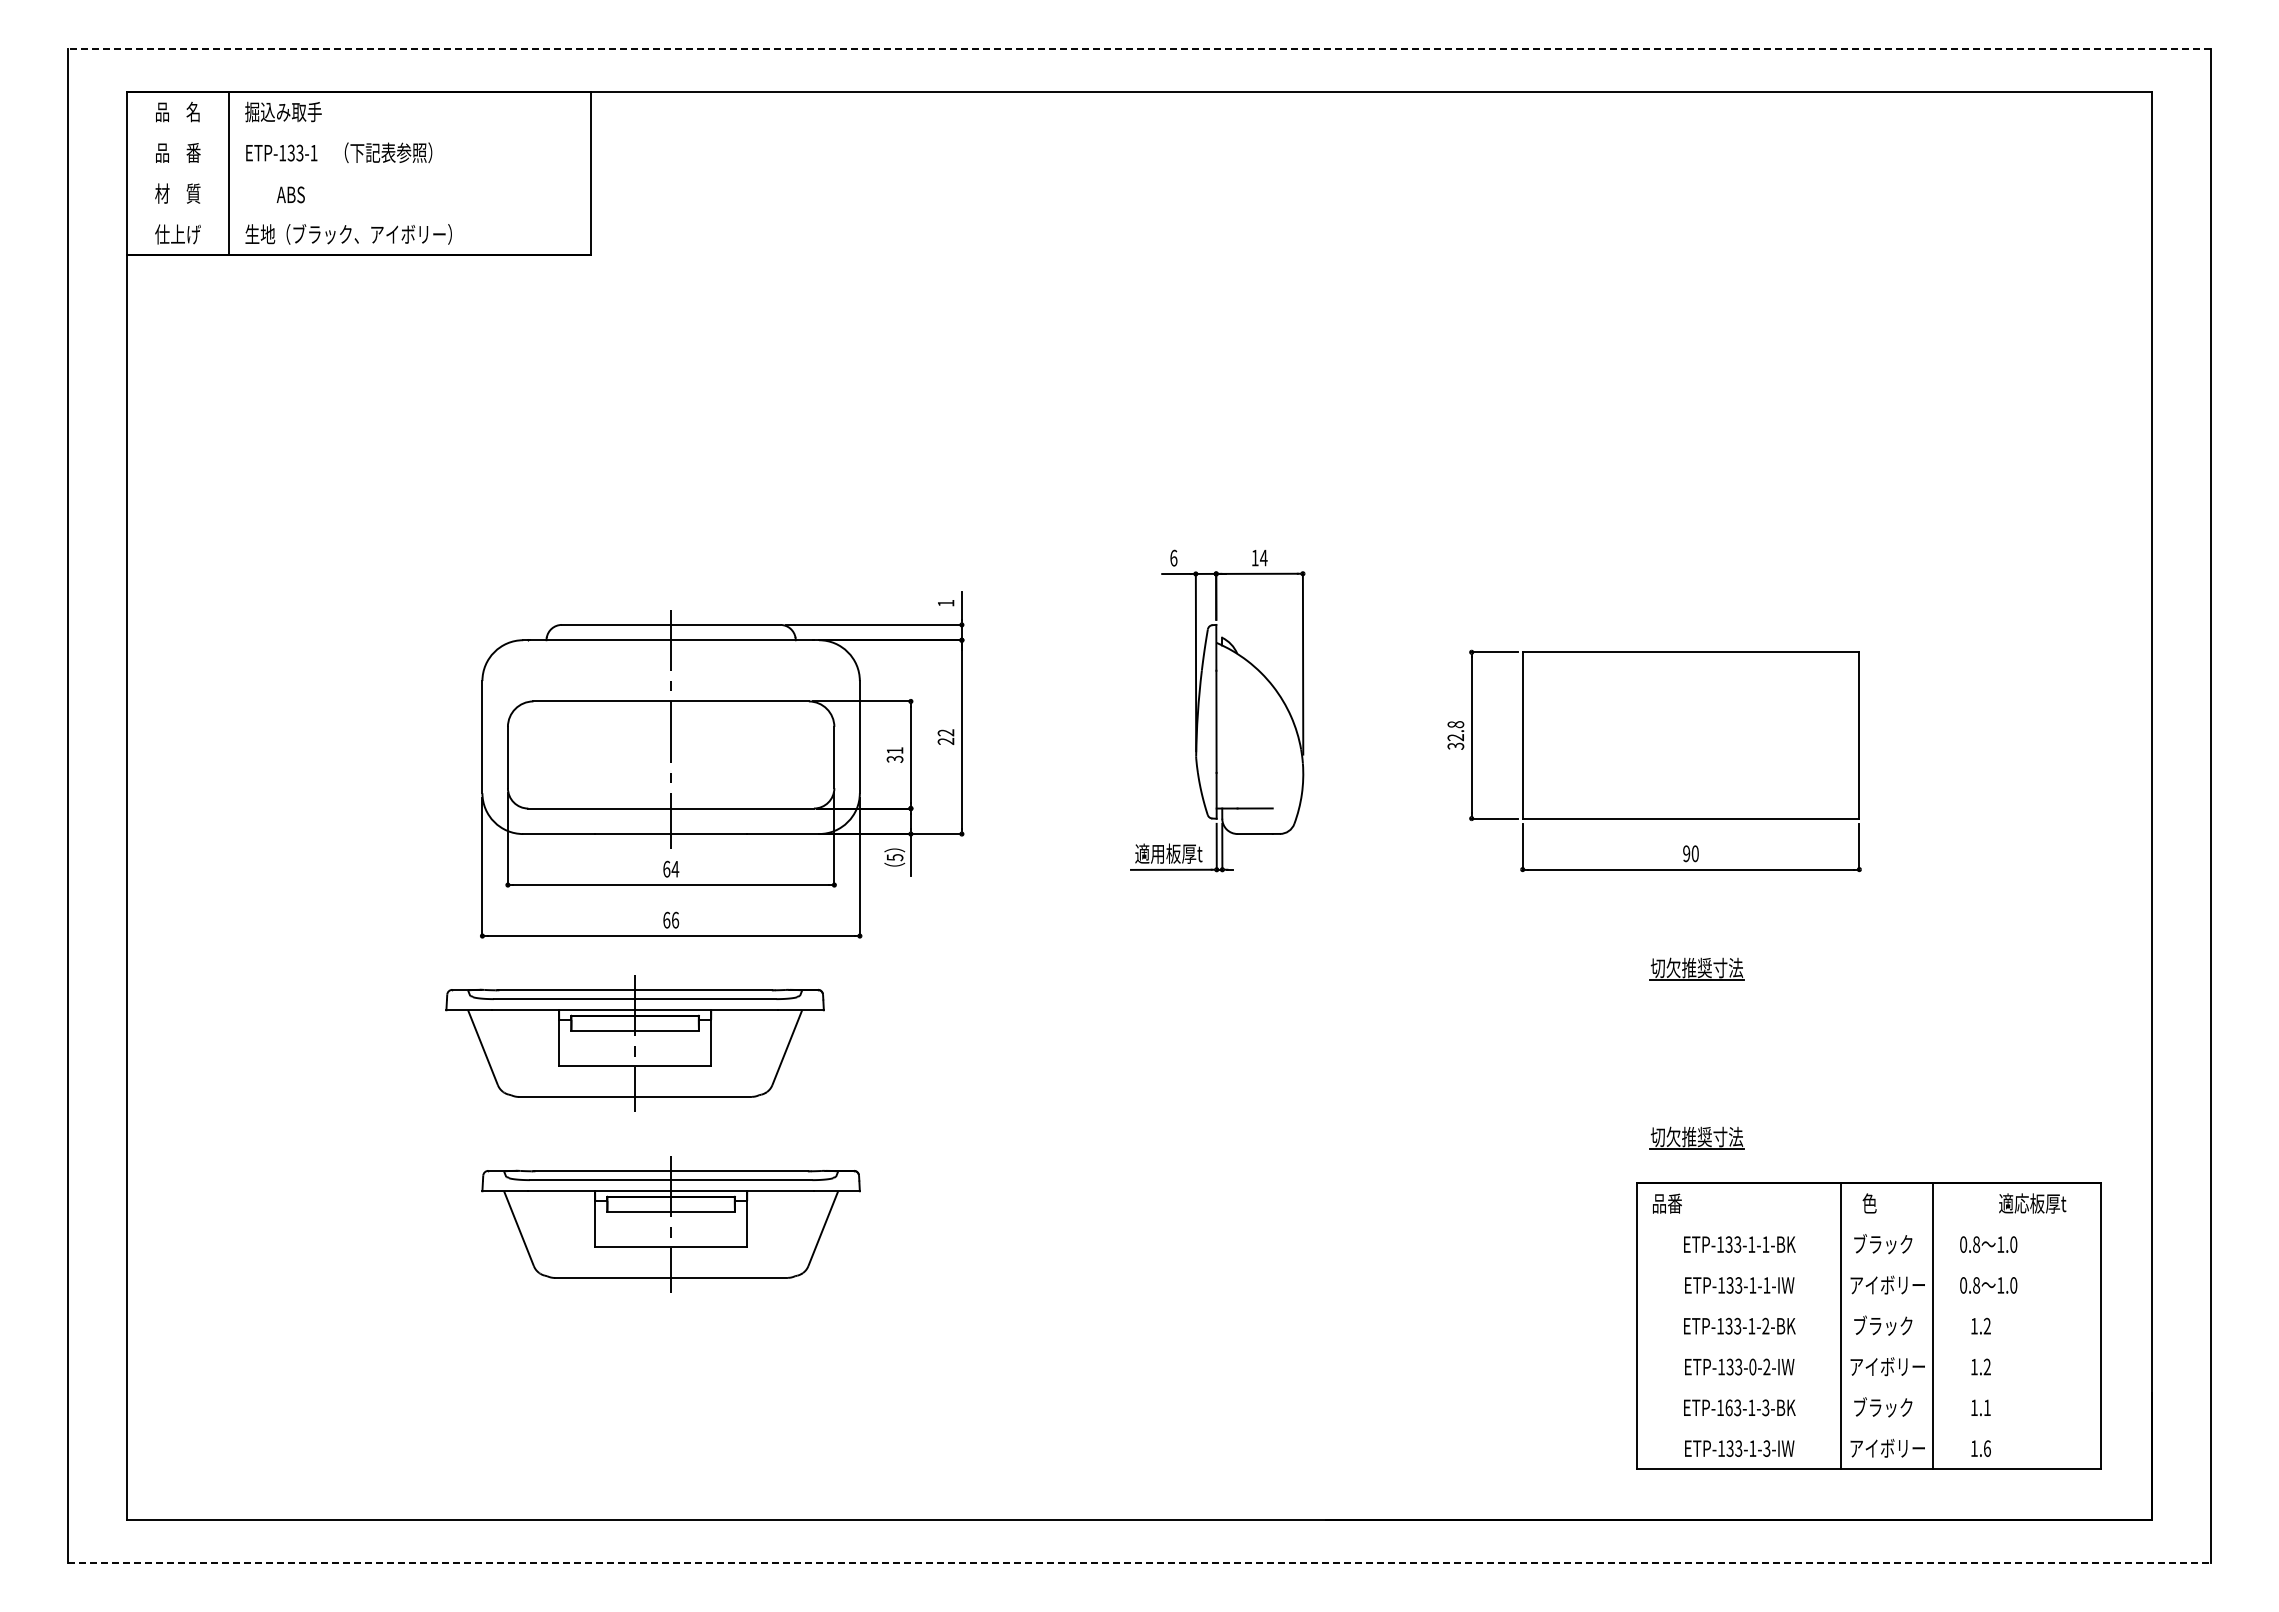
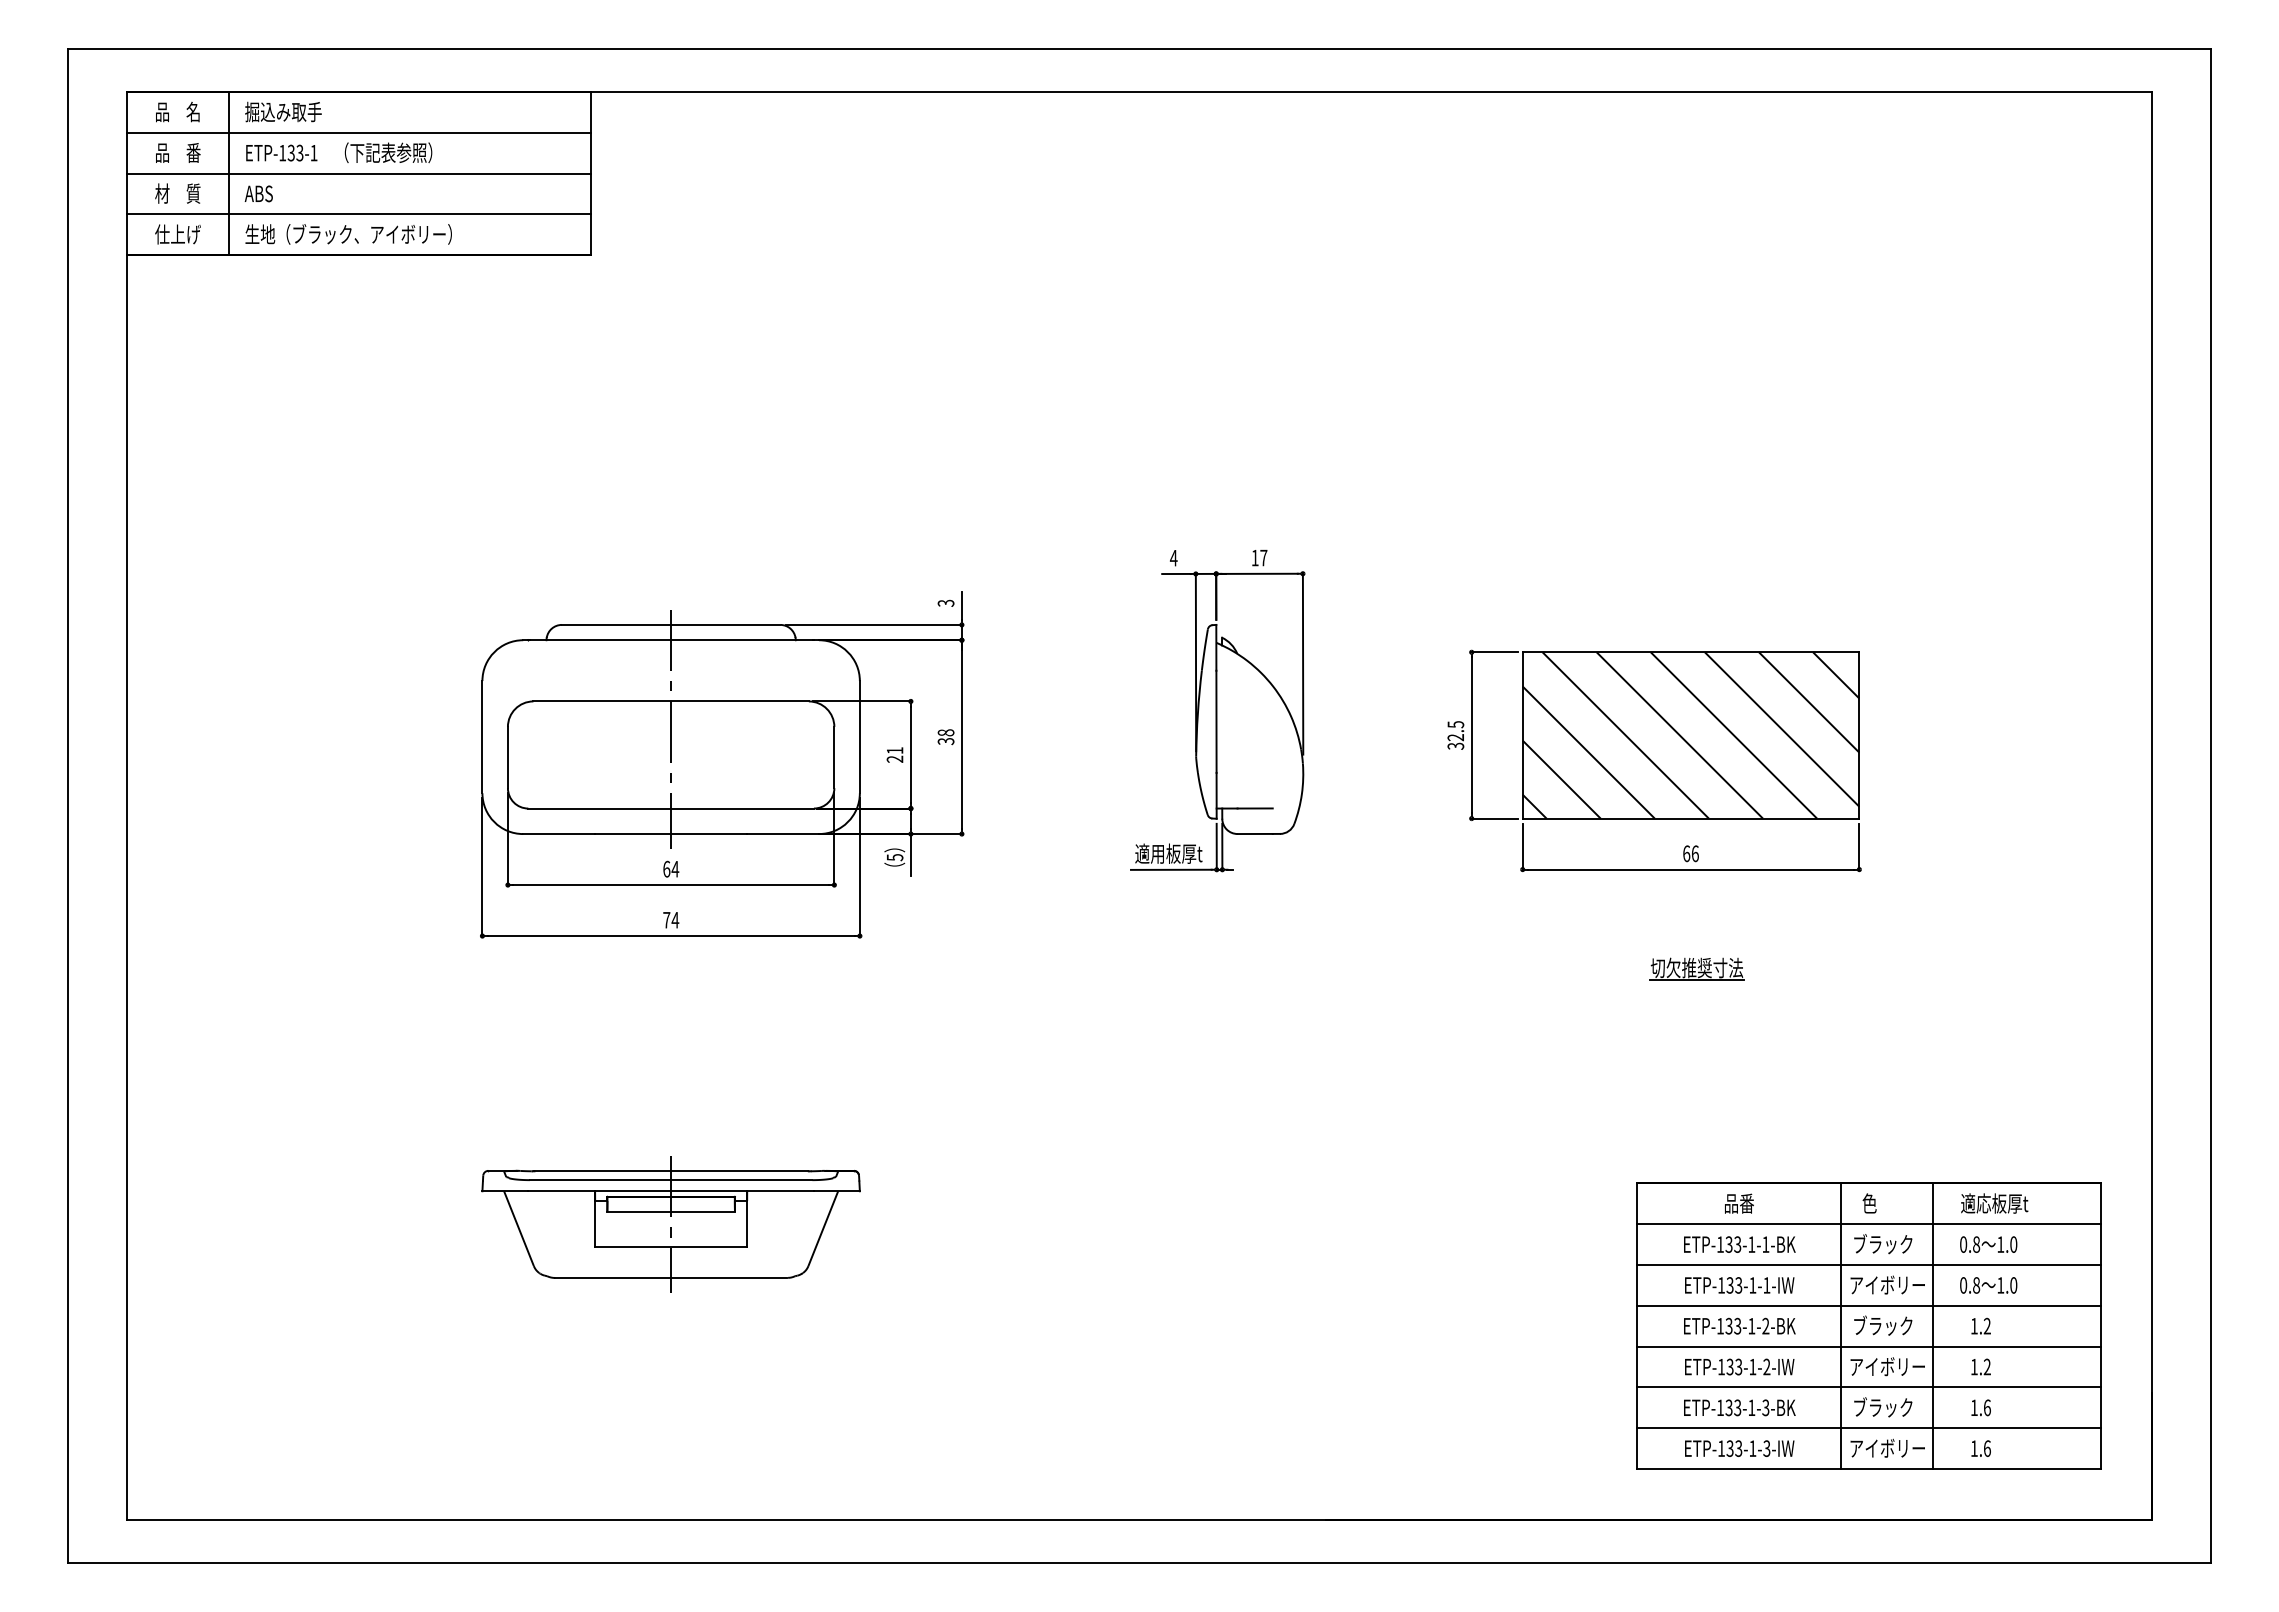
line at (1139, 48): dashed -> solid
line at (358, 132): none -> present
line at (358, 173): none -> present
text at (290, 194) position: (290, 194) -> (258, 193)
line at (358, 214): none -> present
text at (1173, 557): 6 -> 4
text at (1263, 557): 14 -> 17
text at (945, 602): 1 -> 3
text at (1455, 724): 32.8 -> 32.5
hatch at (1690, 735): none -> present
text at (945, 737): 22 -> 38
text at (895, 758): 31 -> 21
text at (1690, 853): 90 -> 66
text at (671, 919): 66 -> 74
part at (634, 1043): present -> none
part at (1696, 1137): present -> none
text at (1667, 1203) position: (1667, 1203) -> (1739, 1203)
text at (2032, 1203) position: (2032, 1203) -> (1994, 1203)
line at (1868, 1224): none -> present
line at (1868, 1265): none -> present
line at (1868, 1305): none -> present
line at (1868, 1346): none -> present
text at (1752, 1366): ETP-133-0-2-IW -> ETP-133-1-2-IW
line at (1868, 1387): none -> present
text at (1728, 1407): ETP-163-1-3-BK -> ETP-133-1-3-BK
text at (1987, 1407): 1.1 -> 1.6
line at (1868, 1428): none -> present
line at (1139, 1563): dashed -> solid
